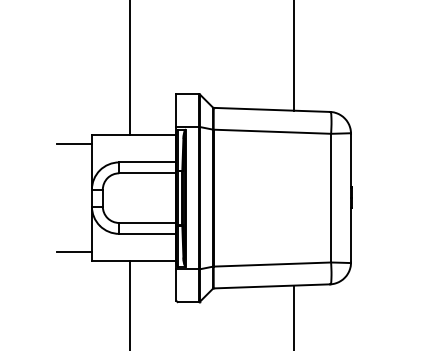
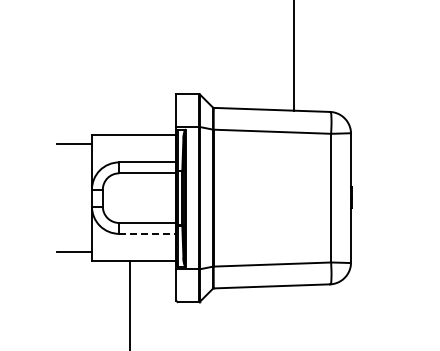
line at (130, 68): present -> none
line at (147, 233): solid -> dashed
line at (293, 316): present -> none
